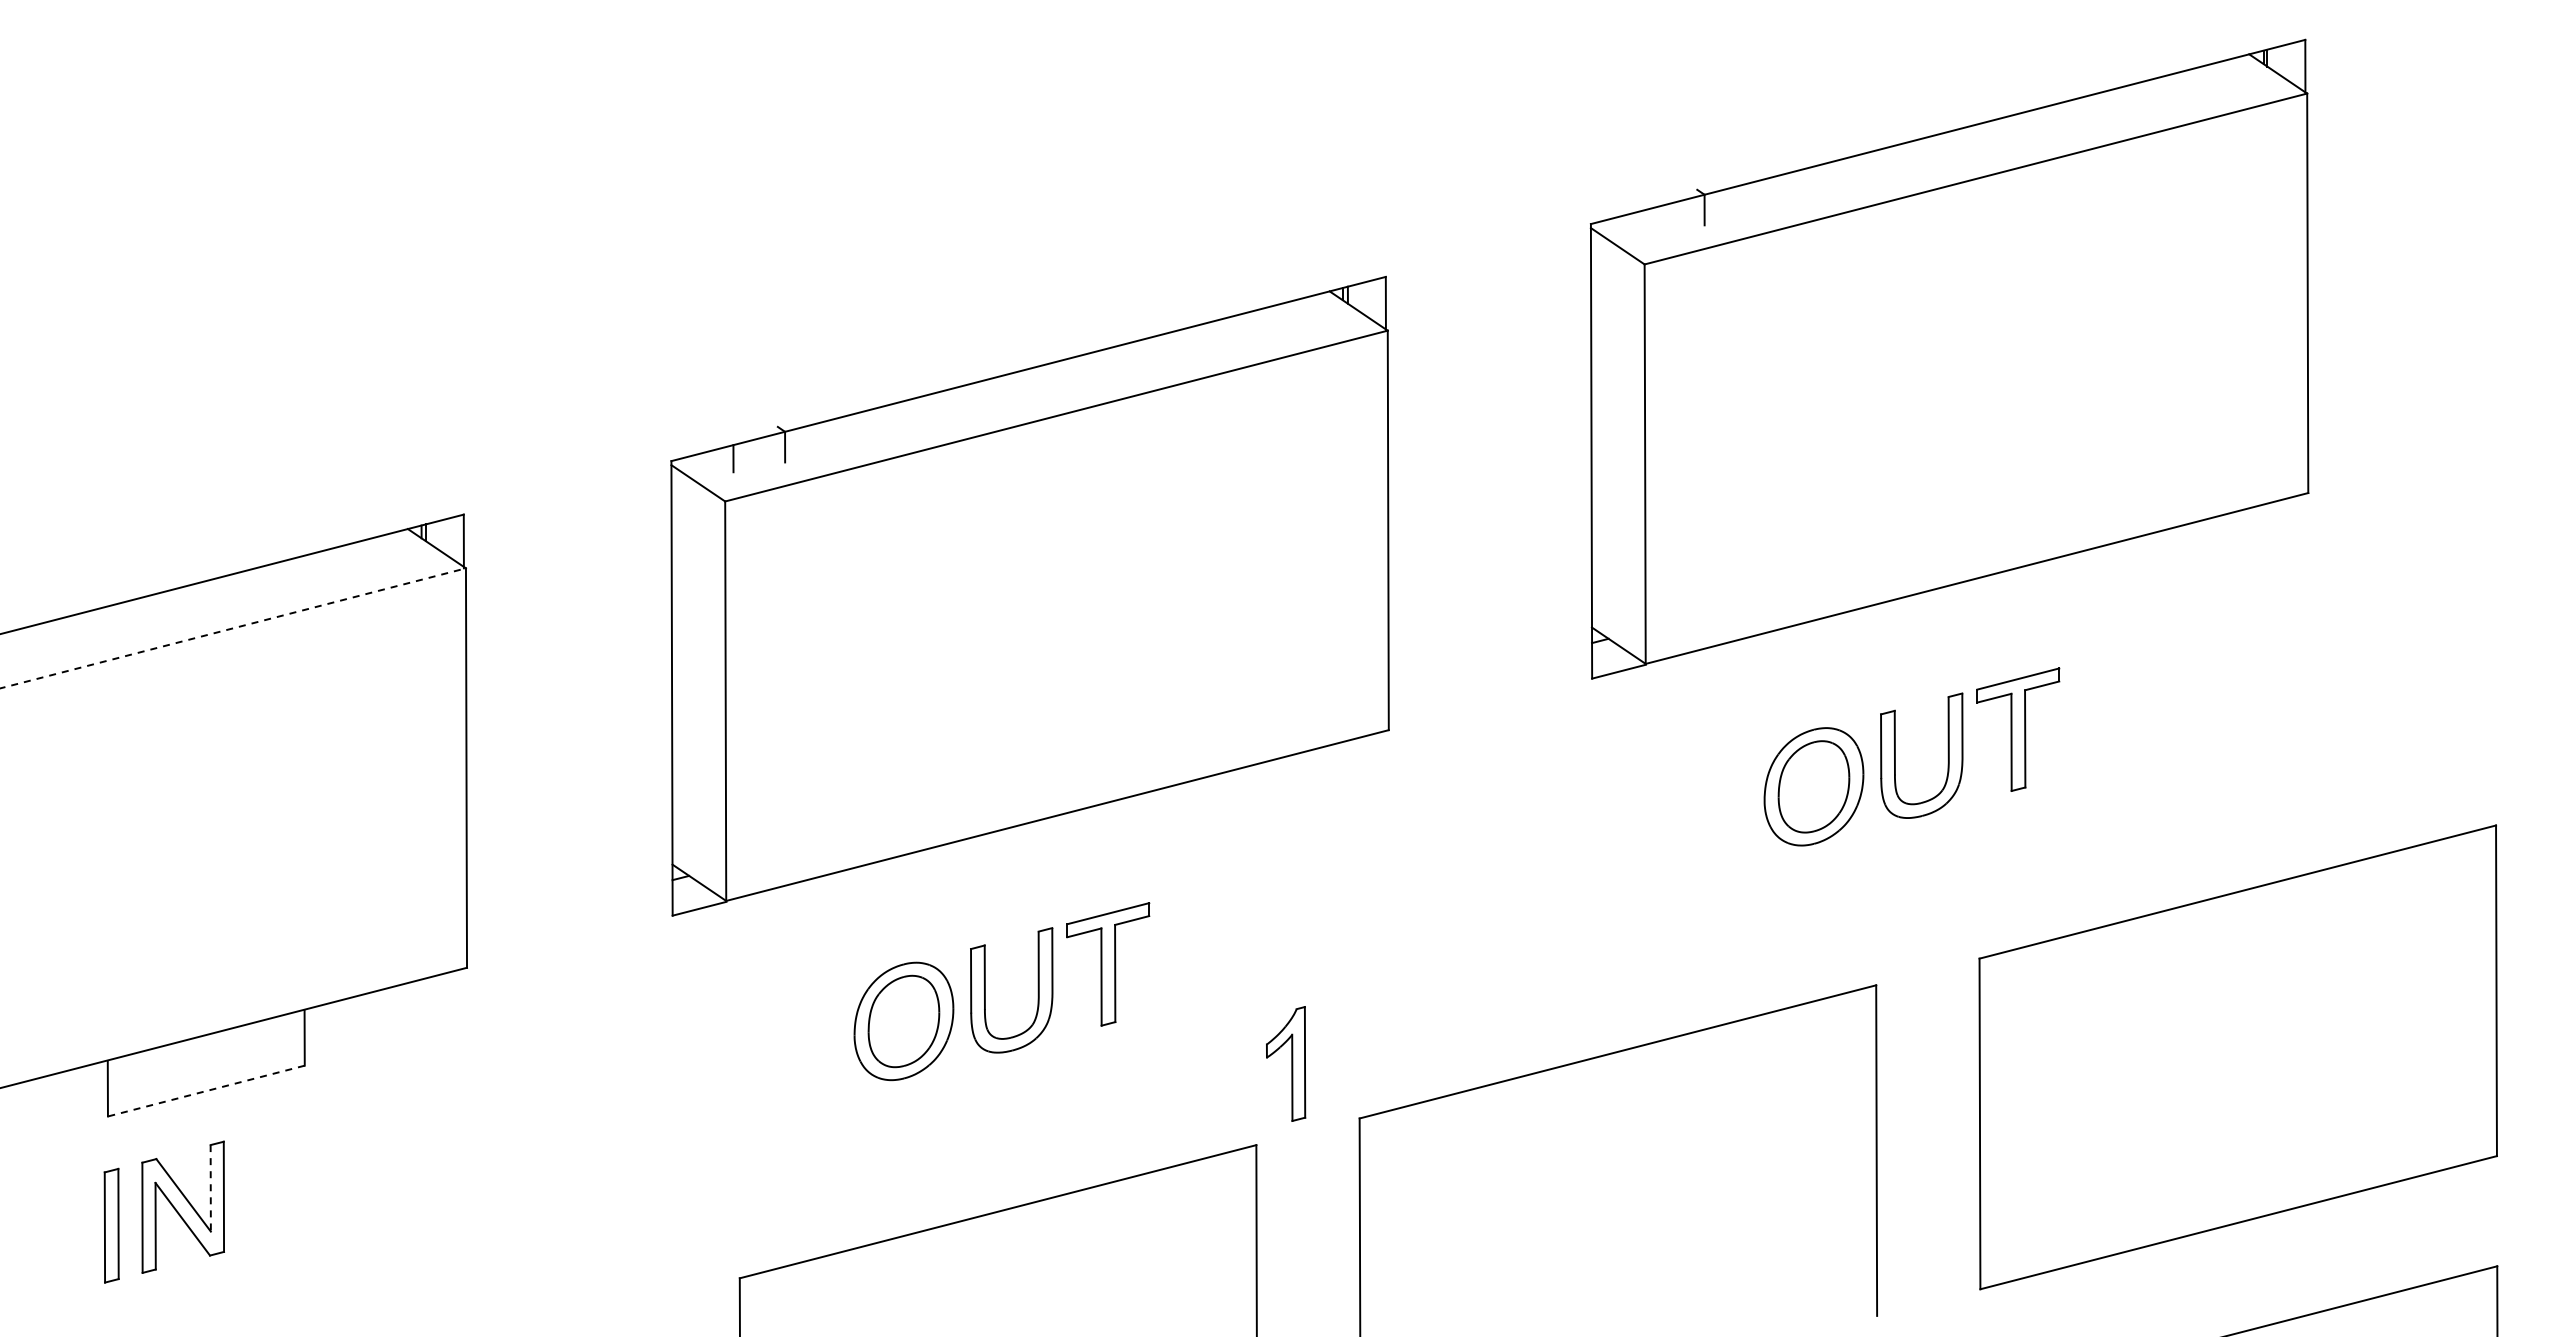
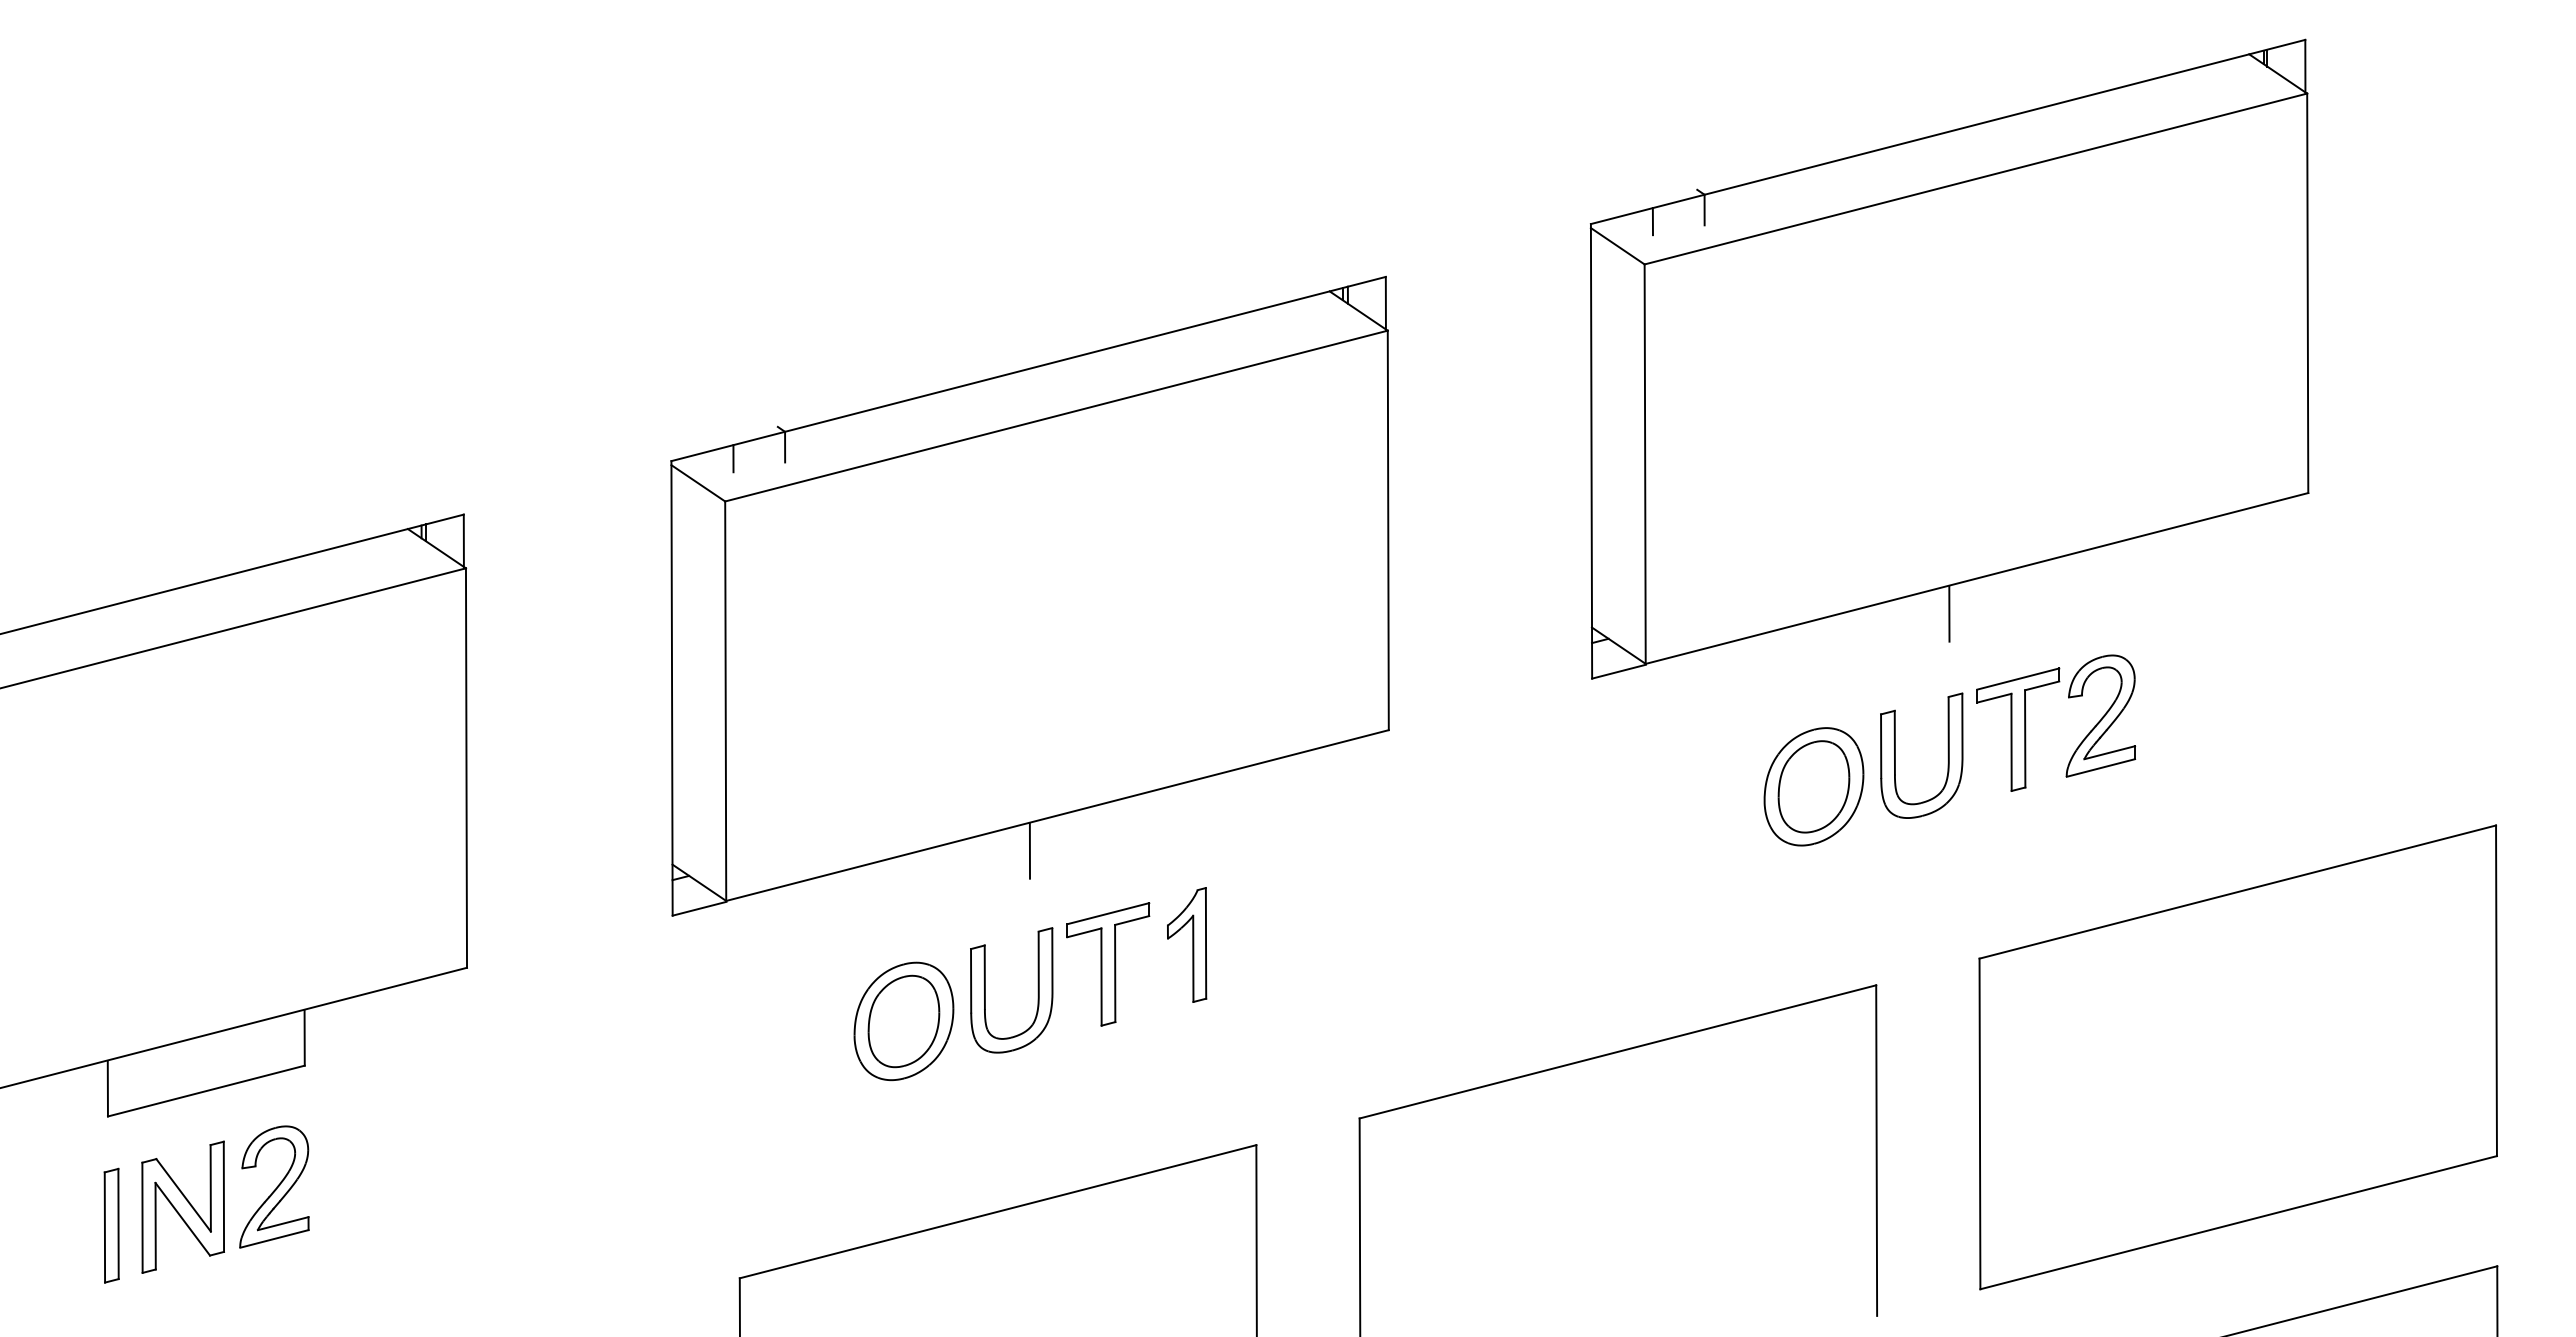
line at (1652, 221): none -> present
line at (1949, 613): none -> present
line at (233, 628): dashed -> solid
part at (2100, 715): none -> present
line at (1029, 850): none -> present
part at (1286, 1063) position: (1286, 1063) -> (1187, 944)
line at (206, 1091): dashed -> solid
part at (274, 1186): none -> present
line at (210, 1188): dashed -> solid
